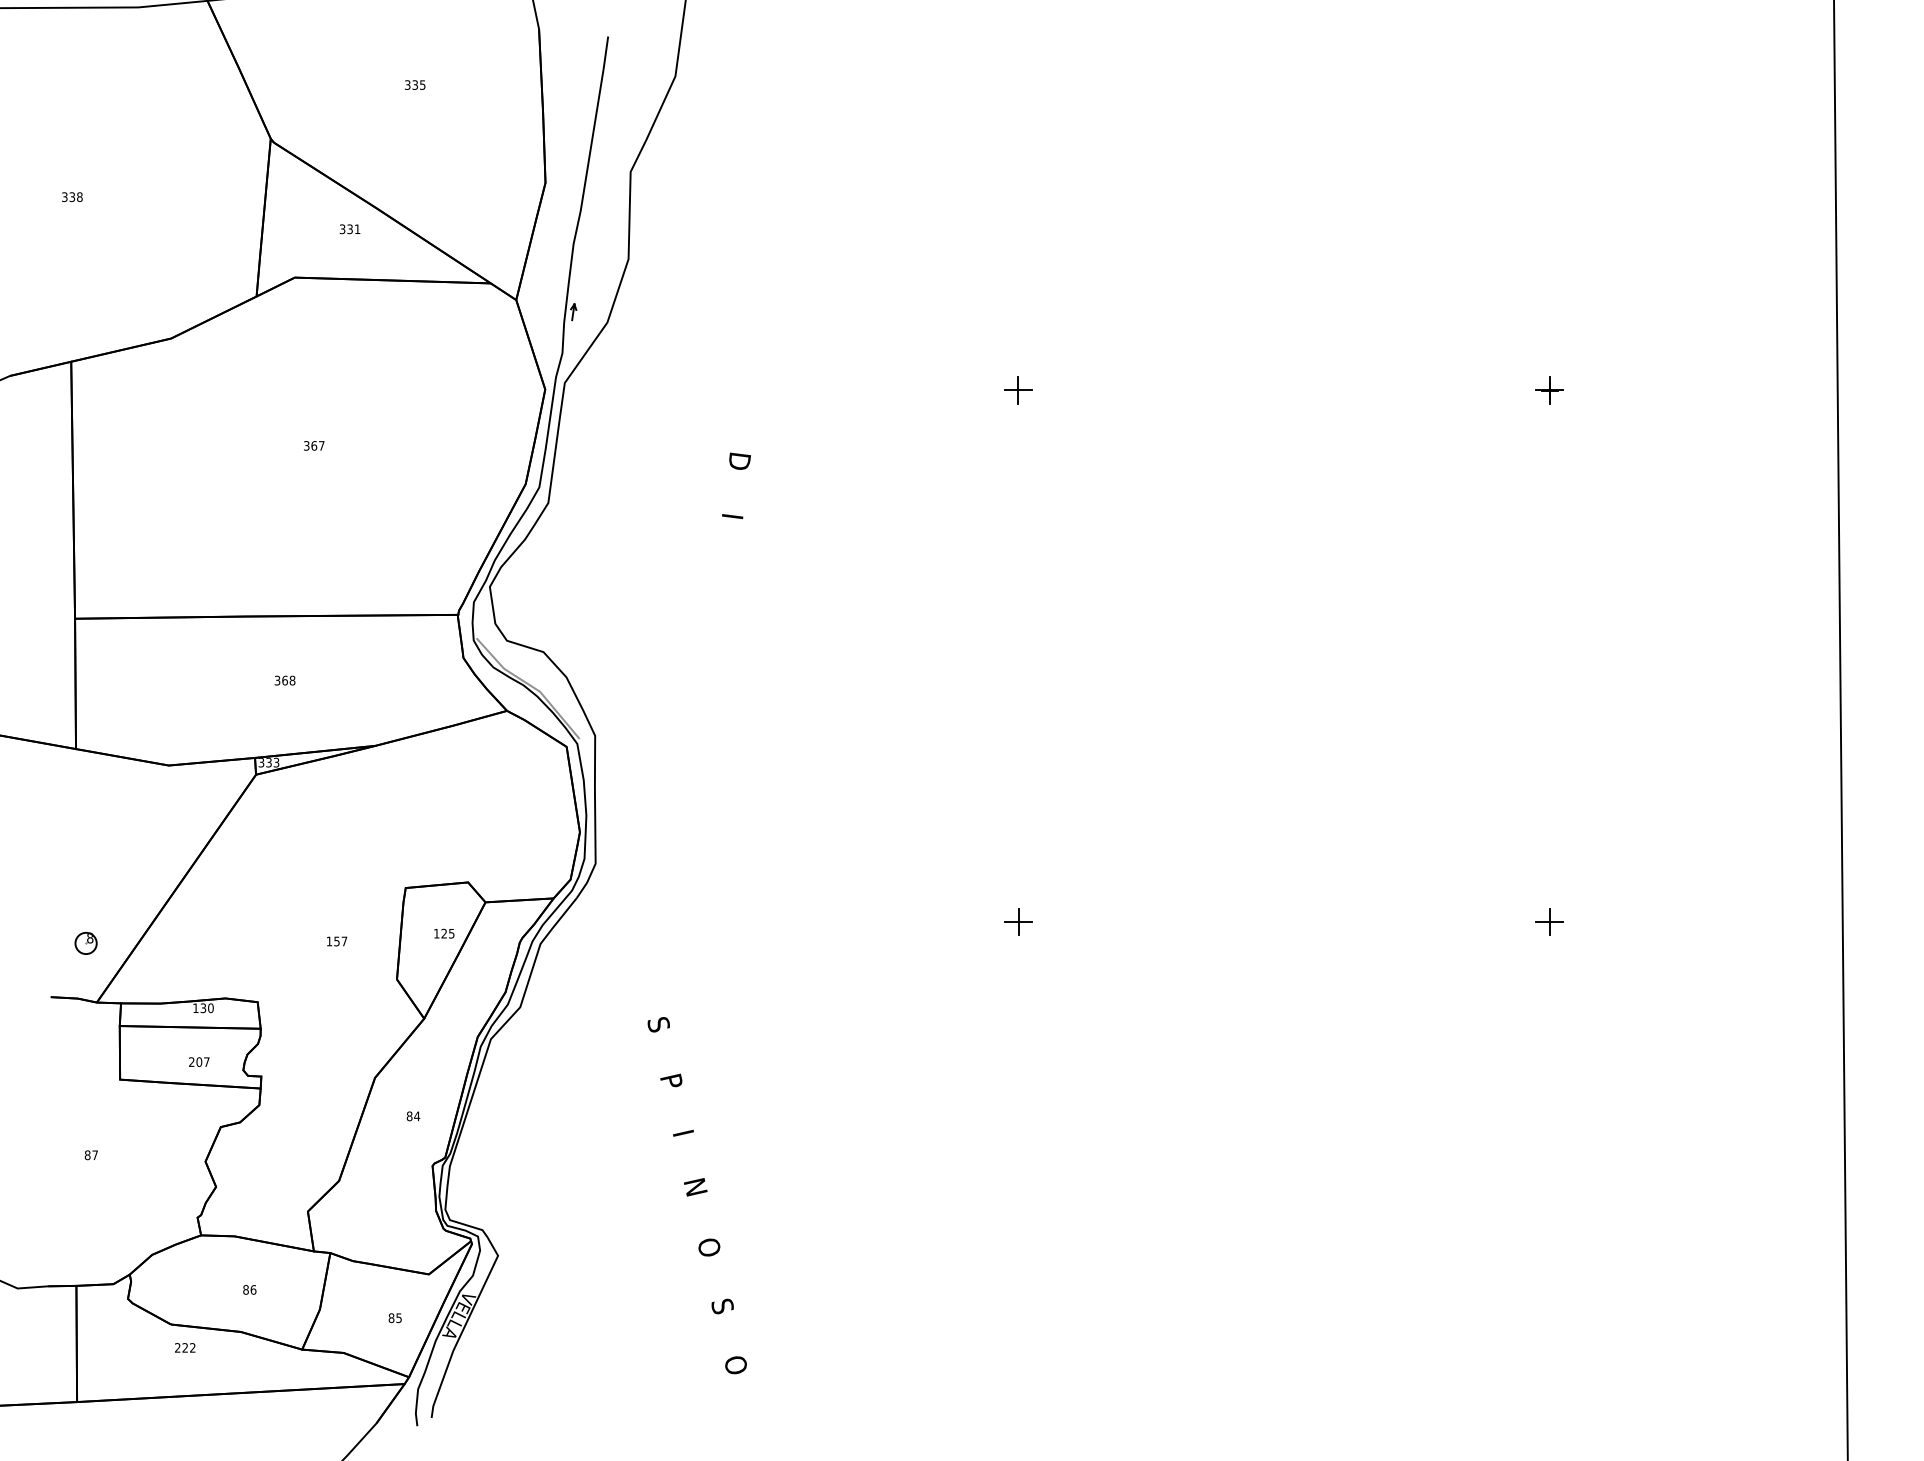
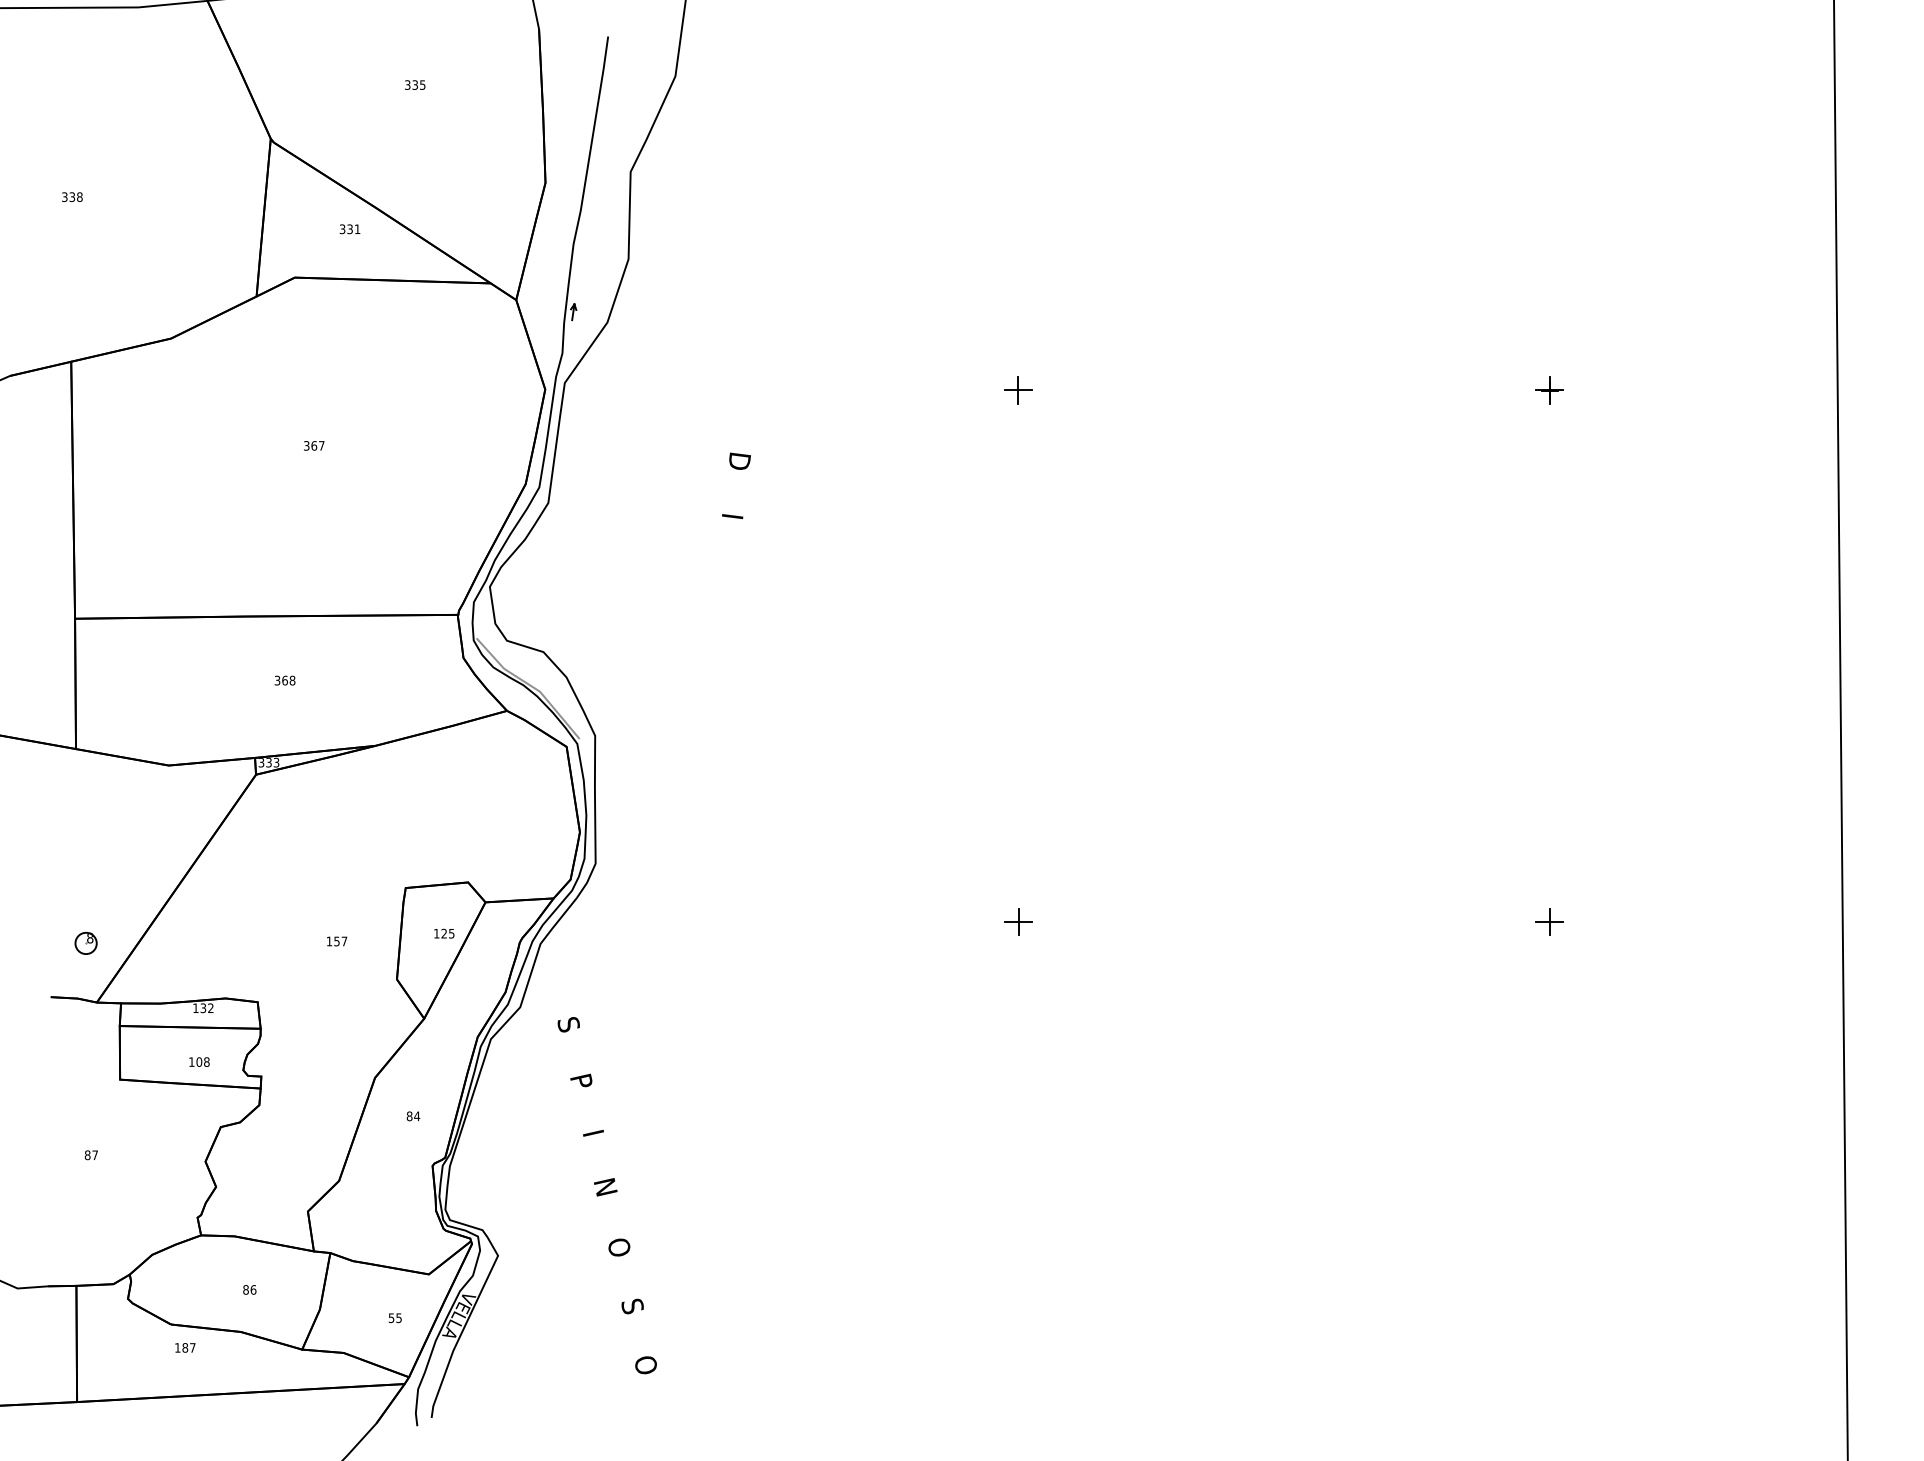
text at (210, 1008): 130 -> 132
text at (199, 1061): 207 -> 108
text at (696, 1195) position: (696, 1195) -> (606, 1195)
text at (391, 1318): 85 -> 55
text at (185, 1347): 222 -> 187
